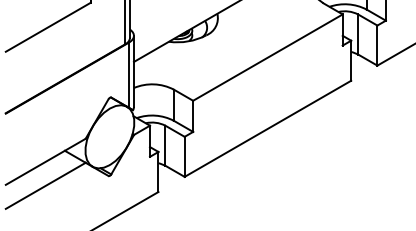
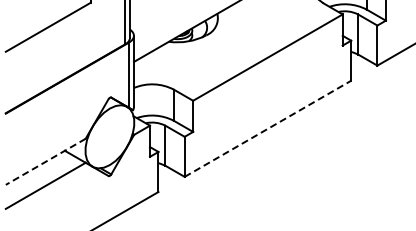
line at (268, 128): solid -> dashed
line at (45, 162): solid -> dashed
